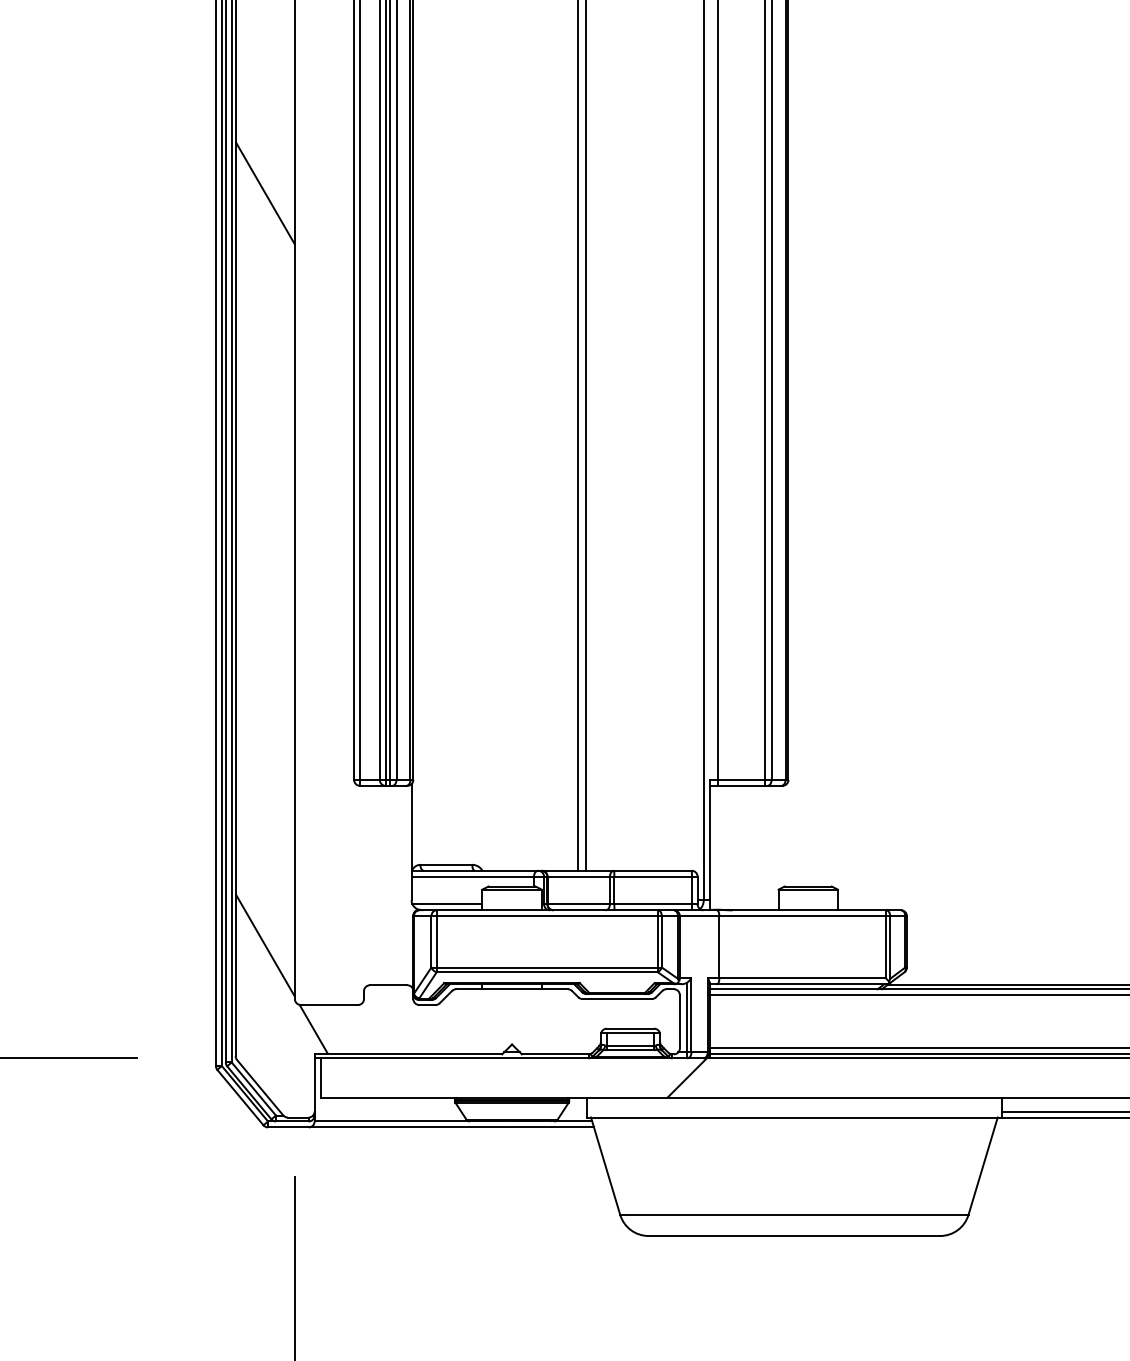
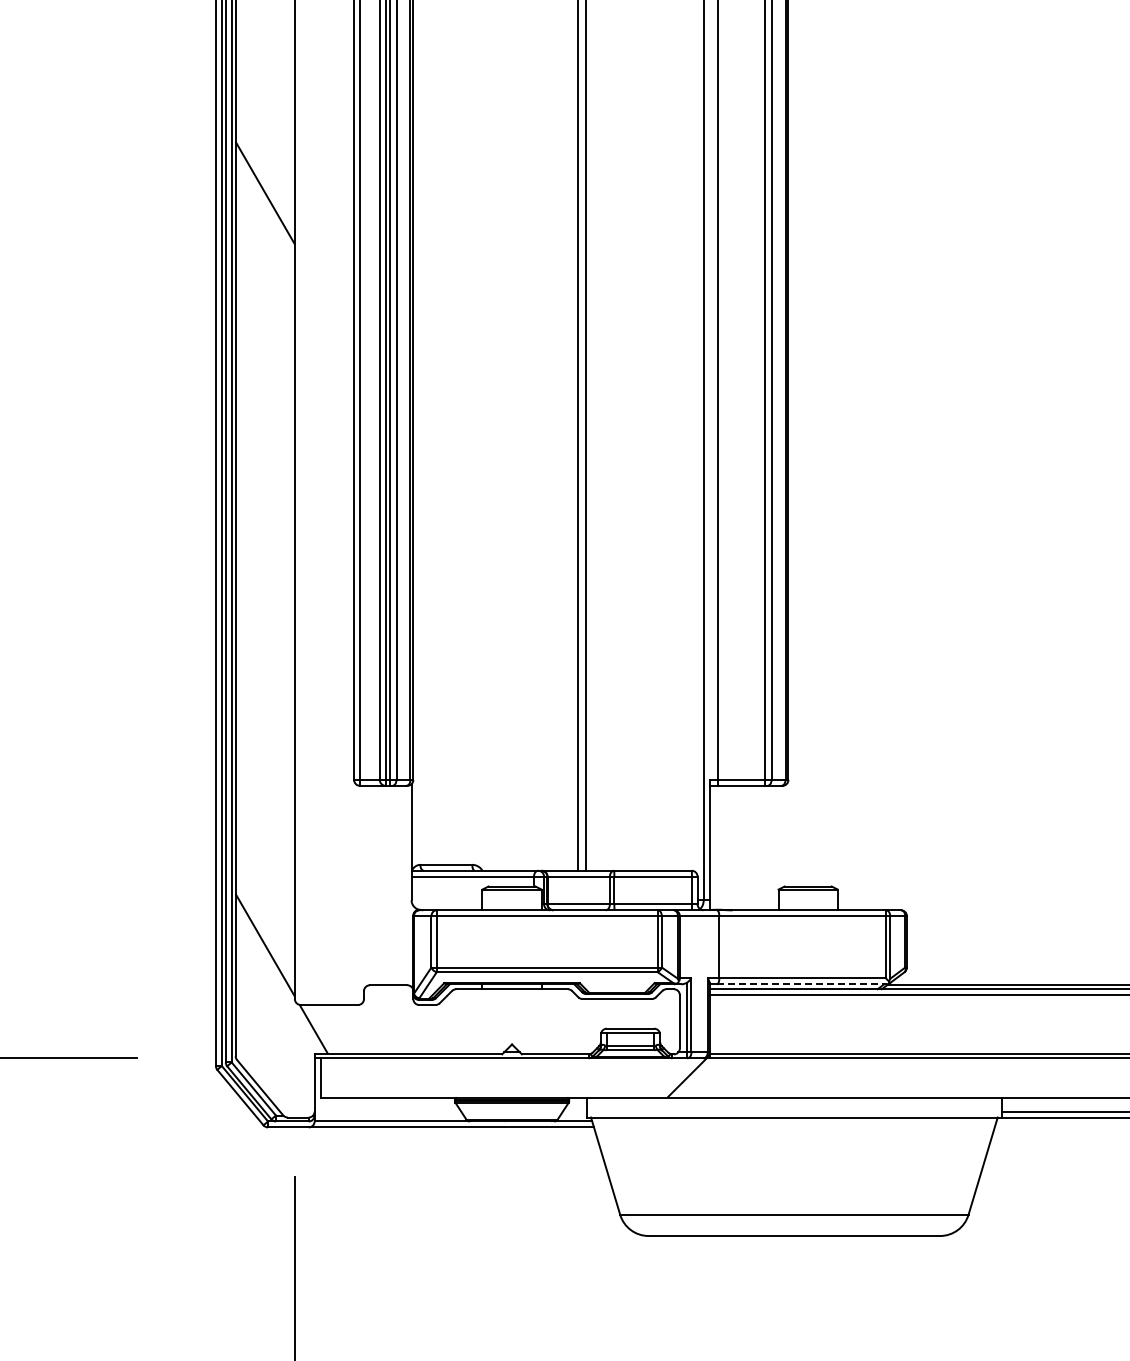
line at (447, 904): present -> none
line at (801, 984): solid -> dashed
line at (917, 1048): present -> none
